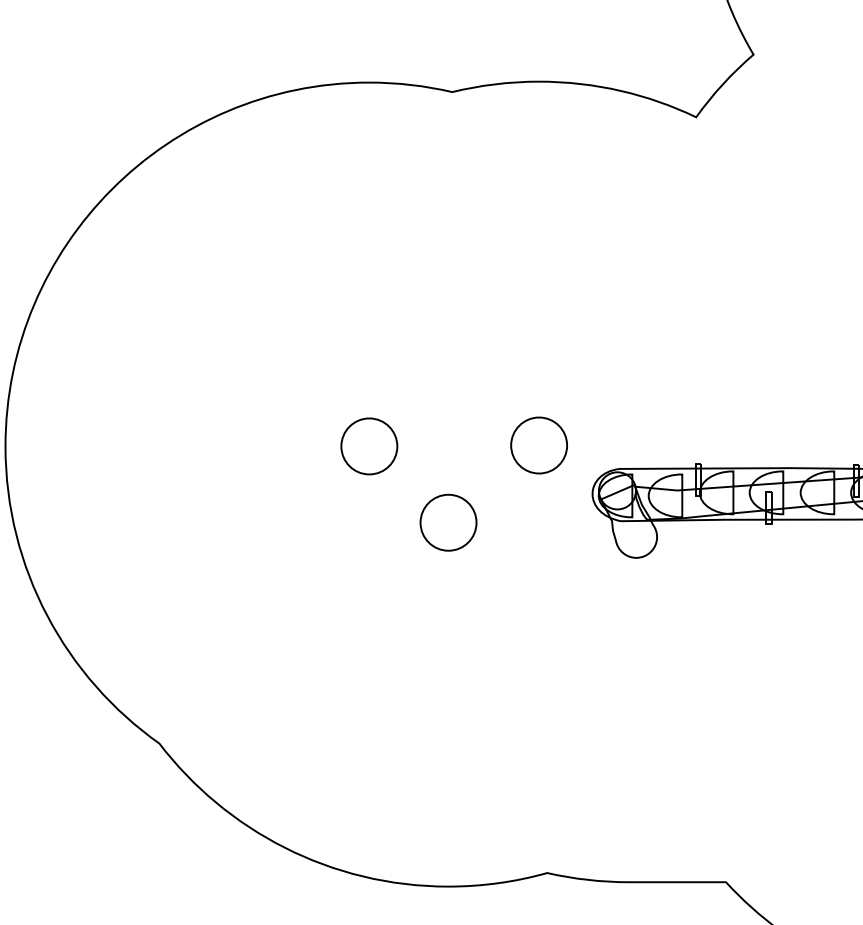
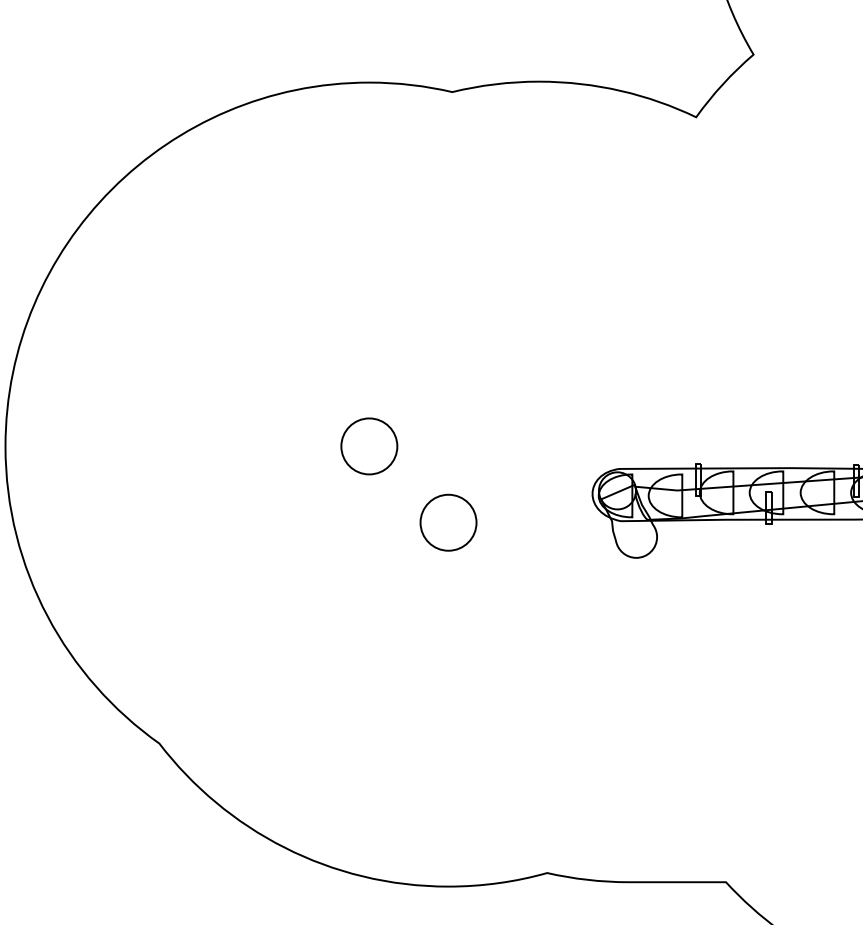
part at (538, 445): present -> none
